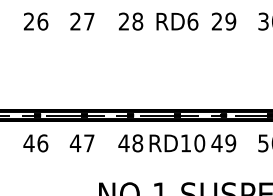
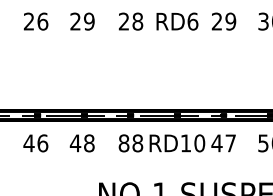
text at (89, 21): 27 -> 29
text at (89, 143): 47 -> 48
text at (123, 143): 48 -> 88
text at (230, 143): 49 -> 47
